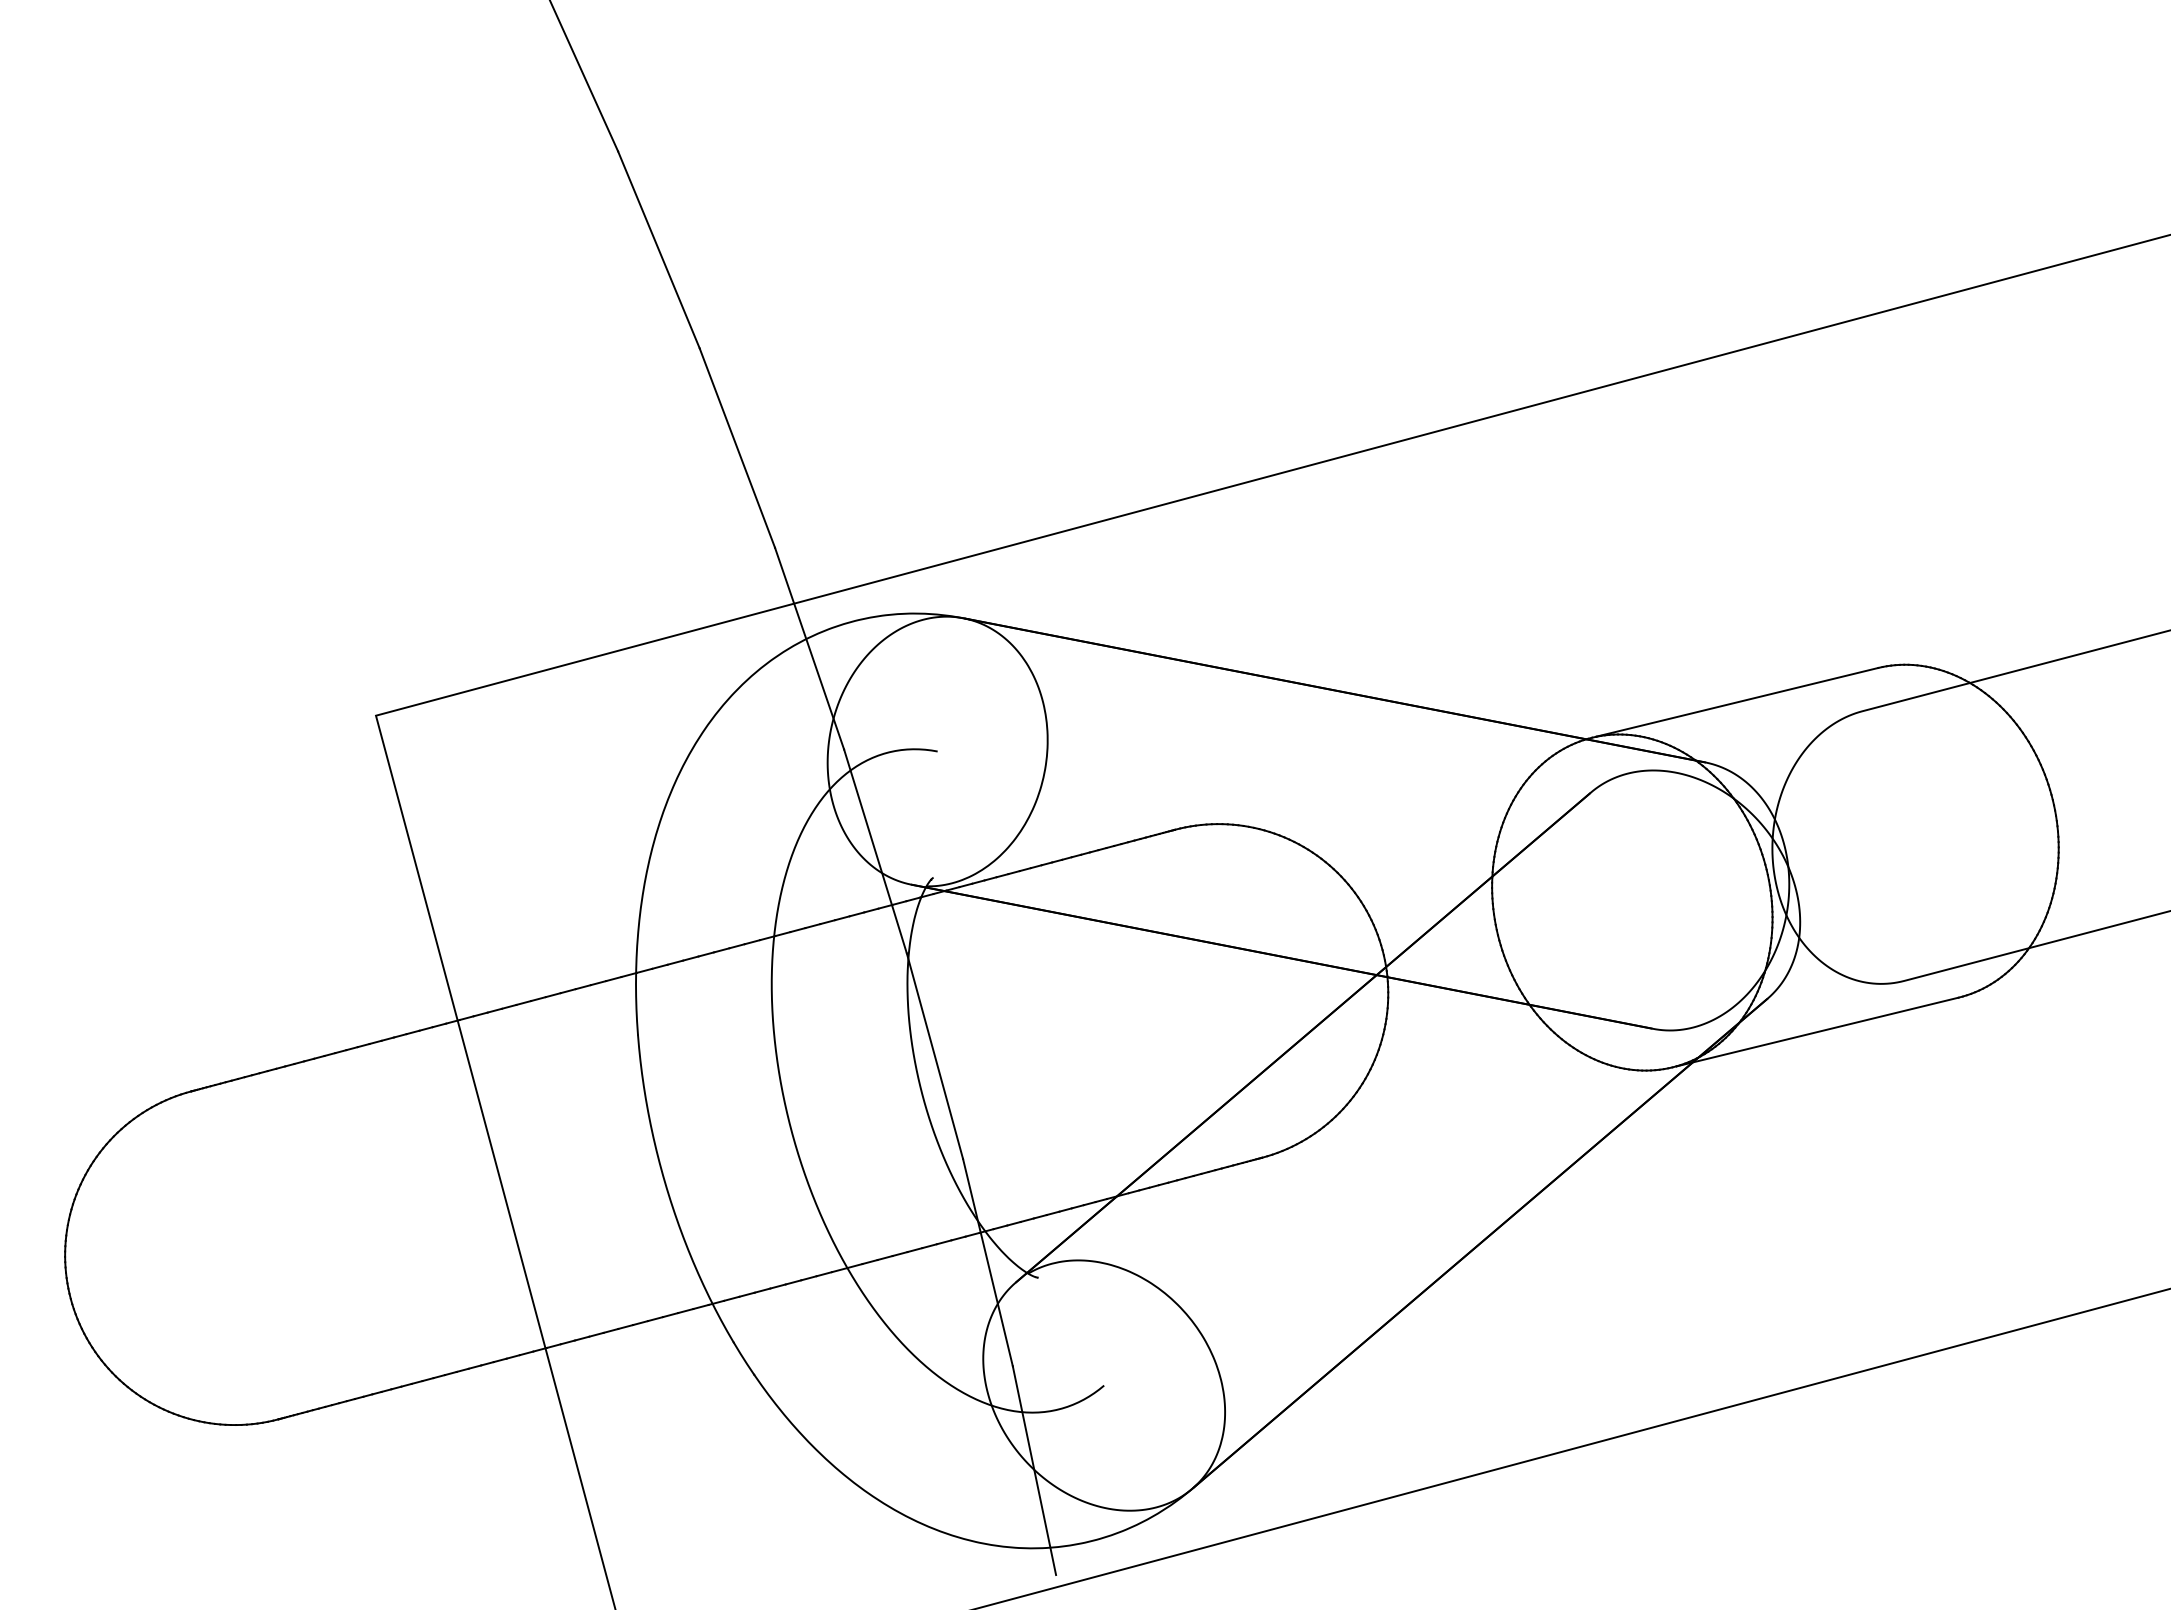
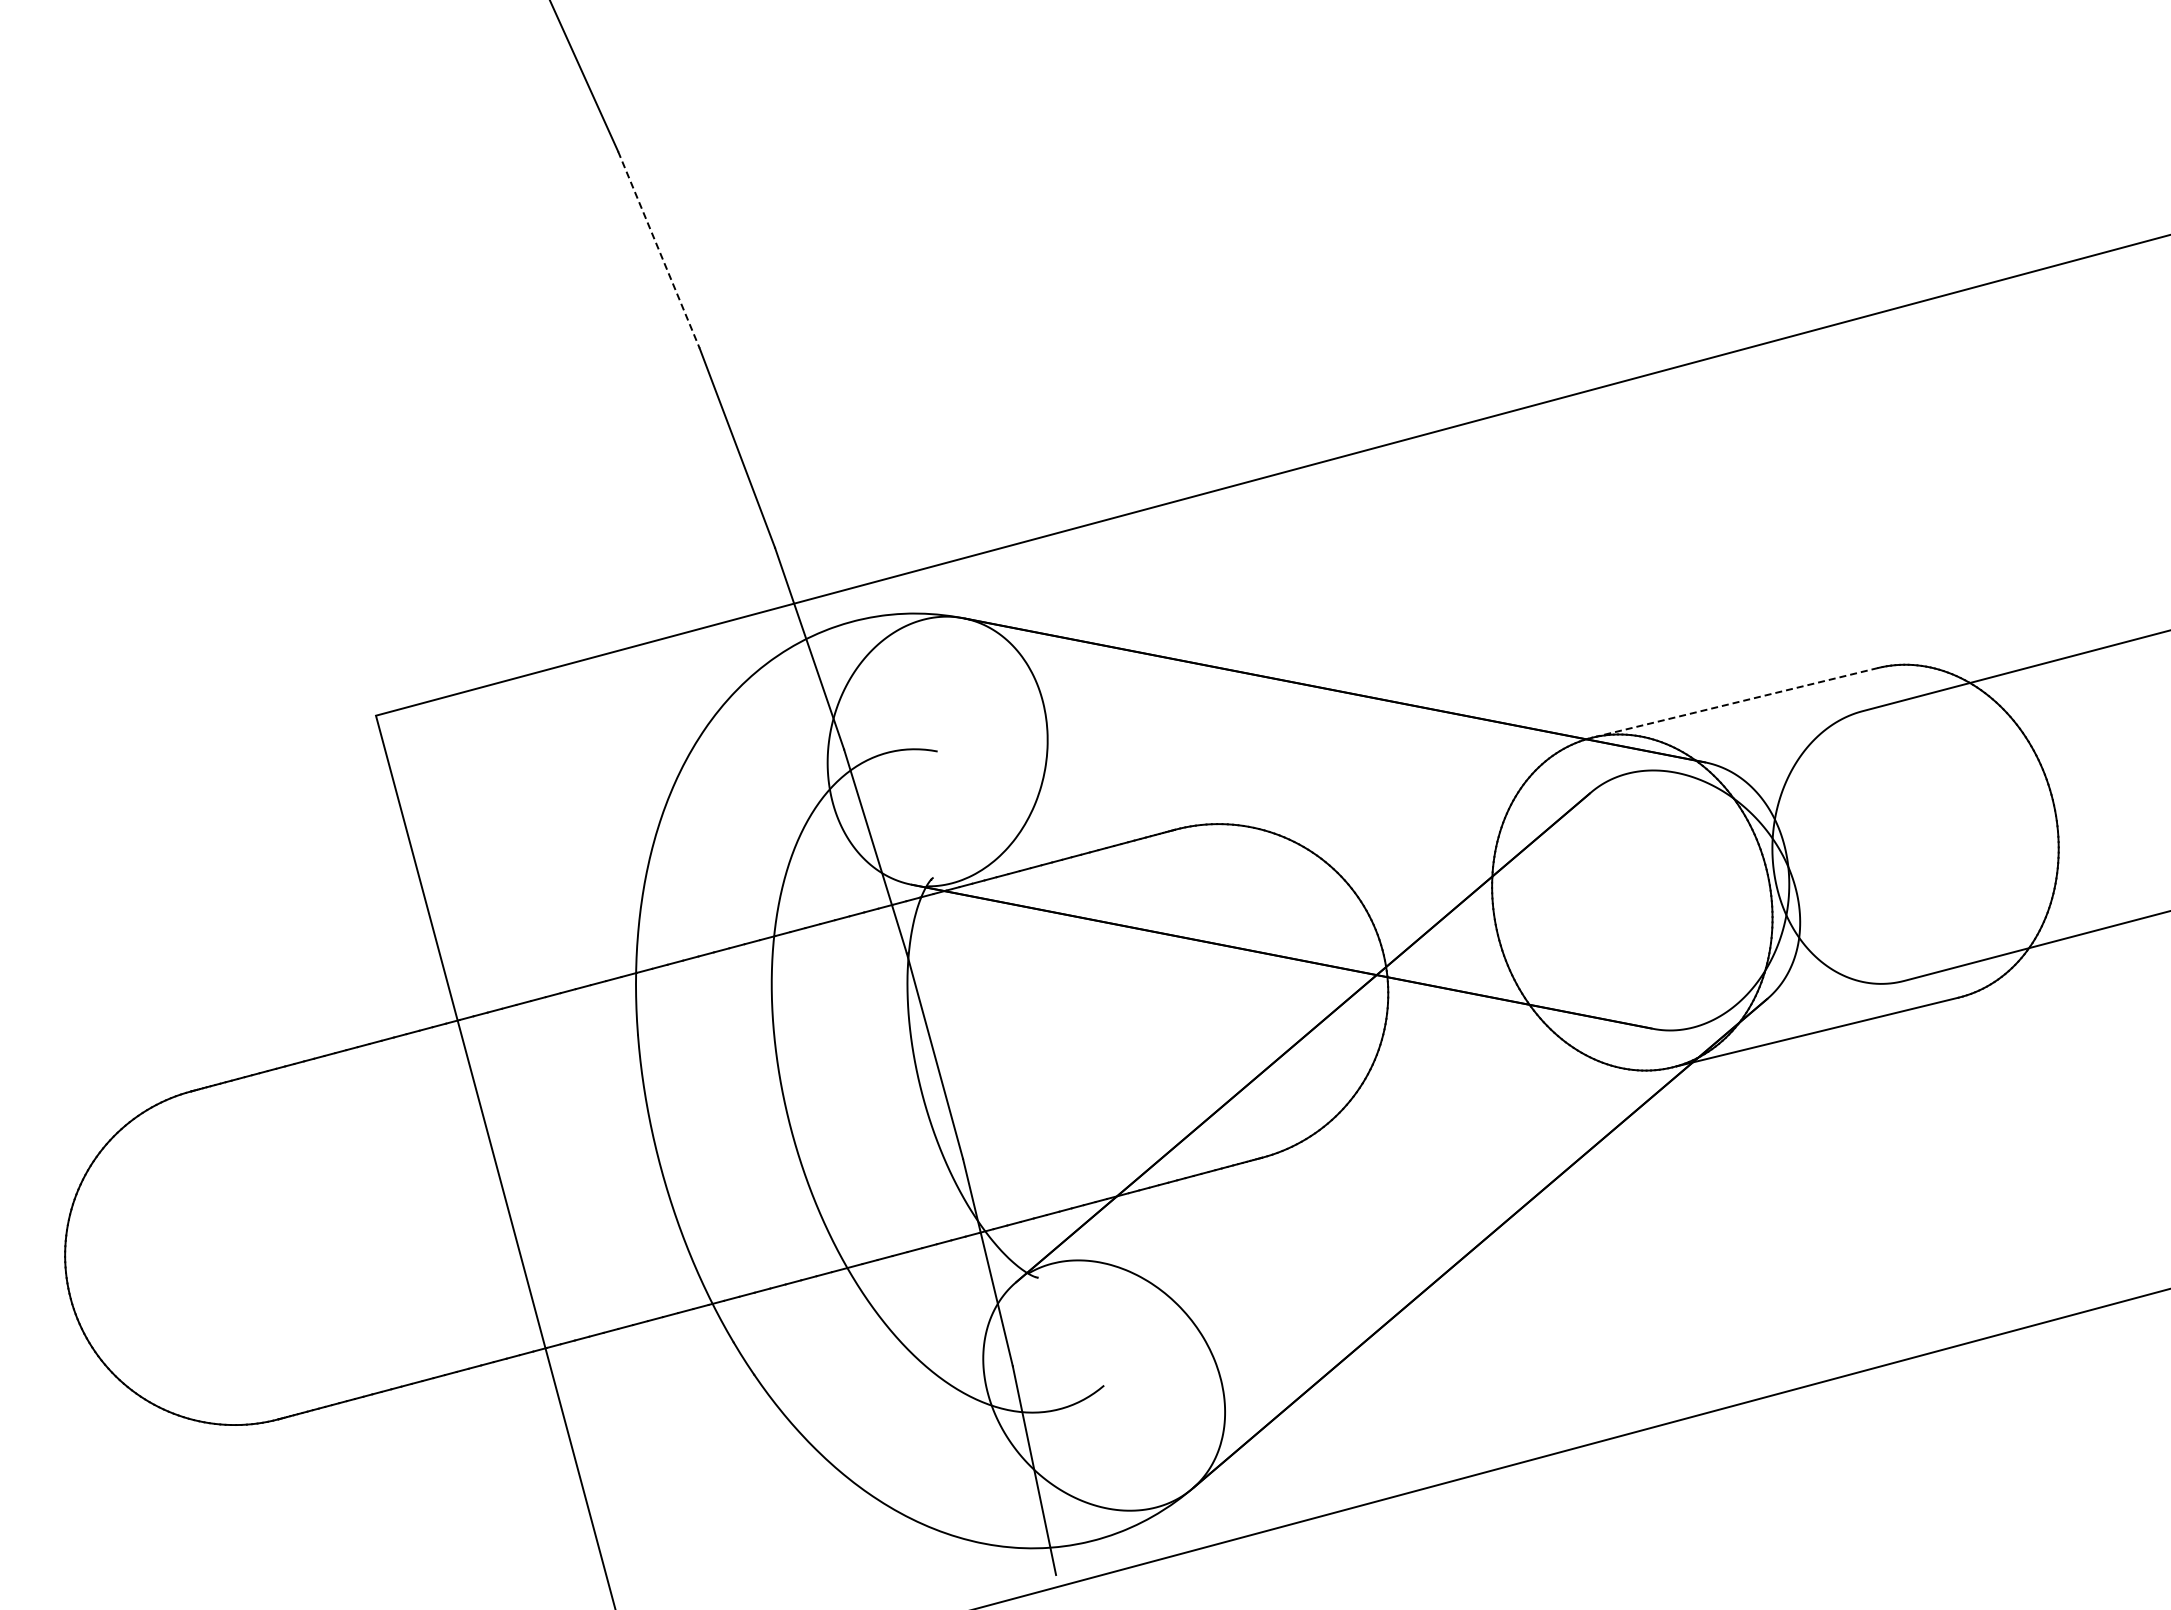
line at (658, 249): solid -> dashed
line at (1736, 702): solid -> dashed
